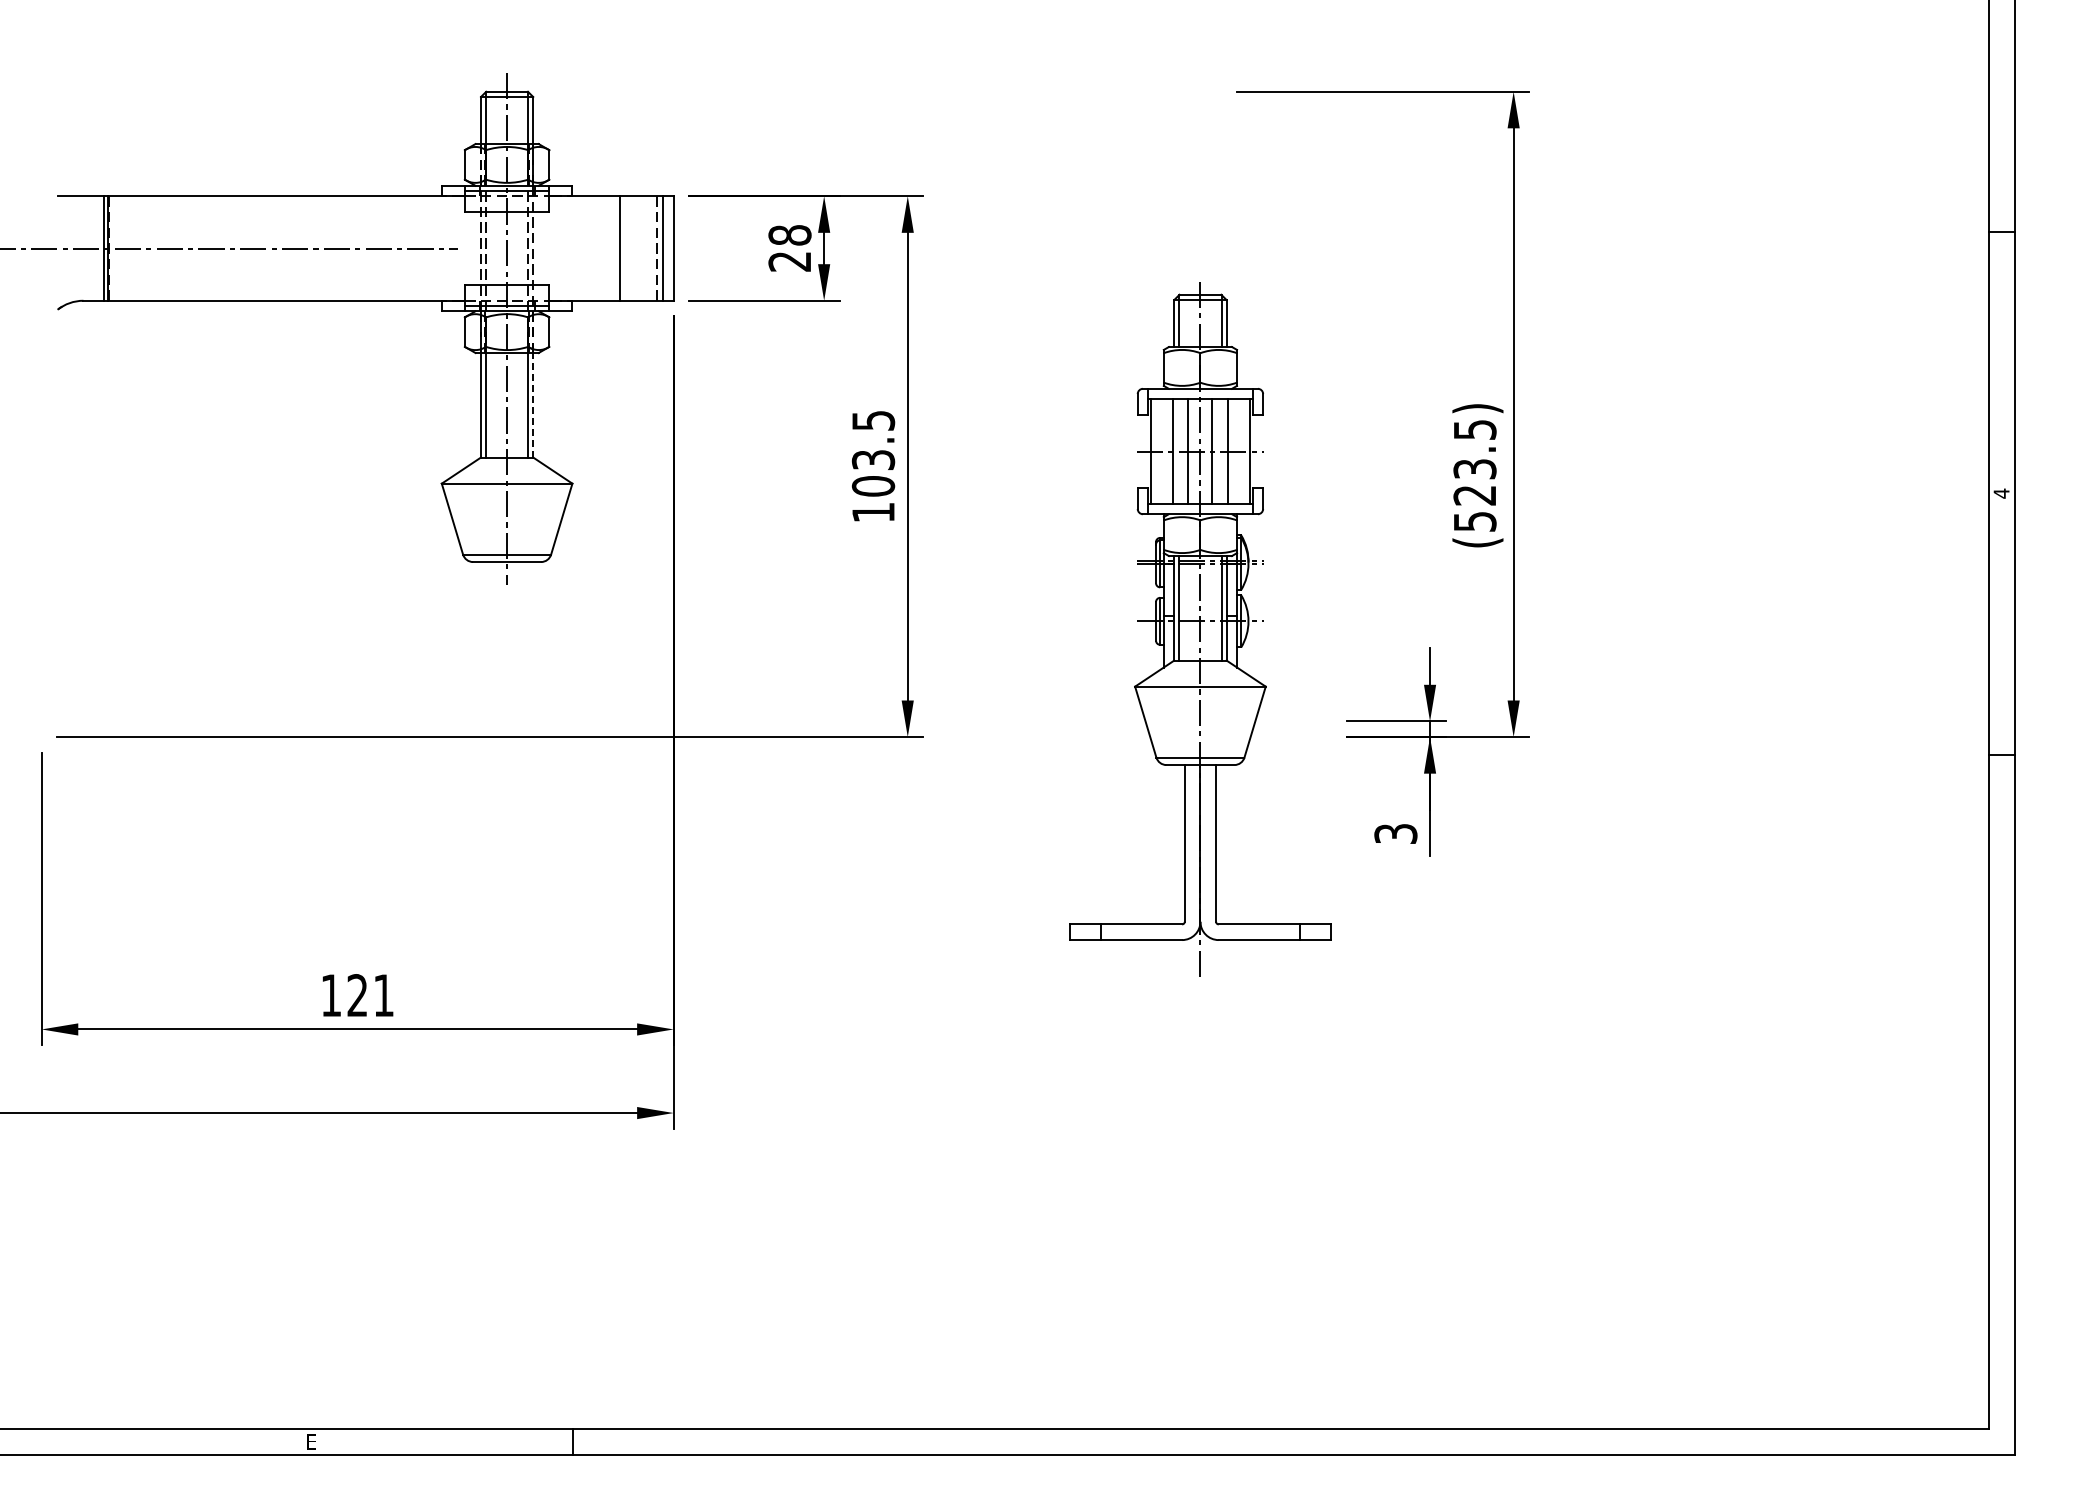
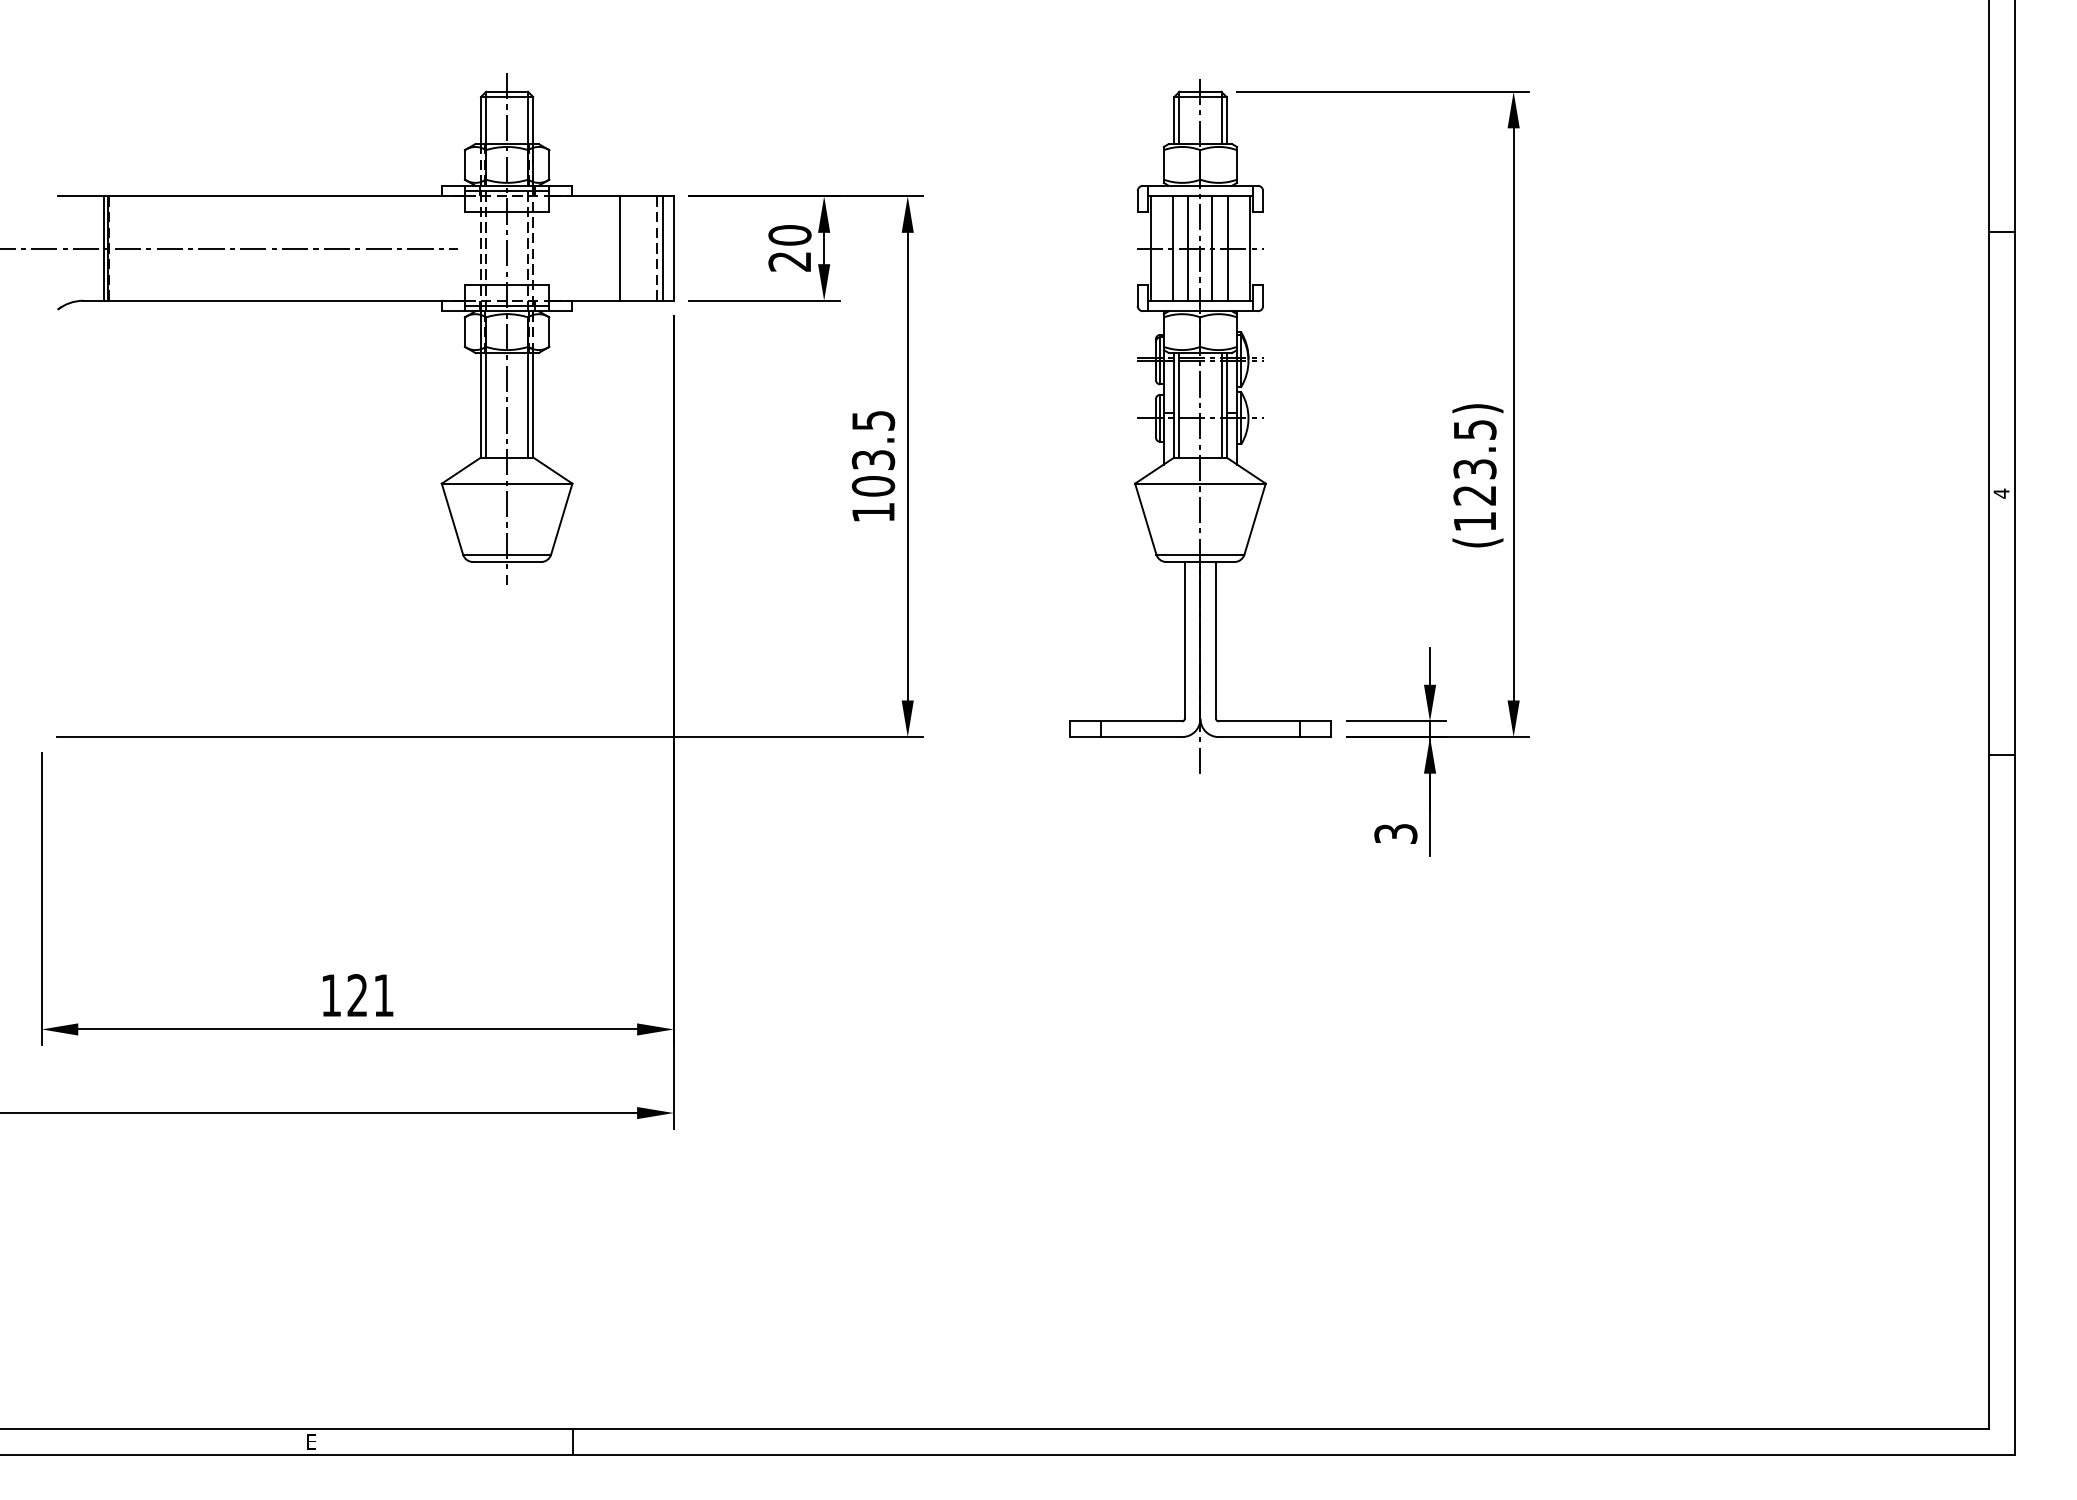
text at (789, 235): 28 -> 20
line at (533, 404): dashed -> solid
text at (1475, 521): (523.5) -> (123.5)
part at (1200, 629) position: (1200, 629) -> (1200, 426)
